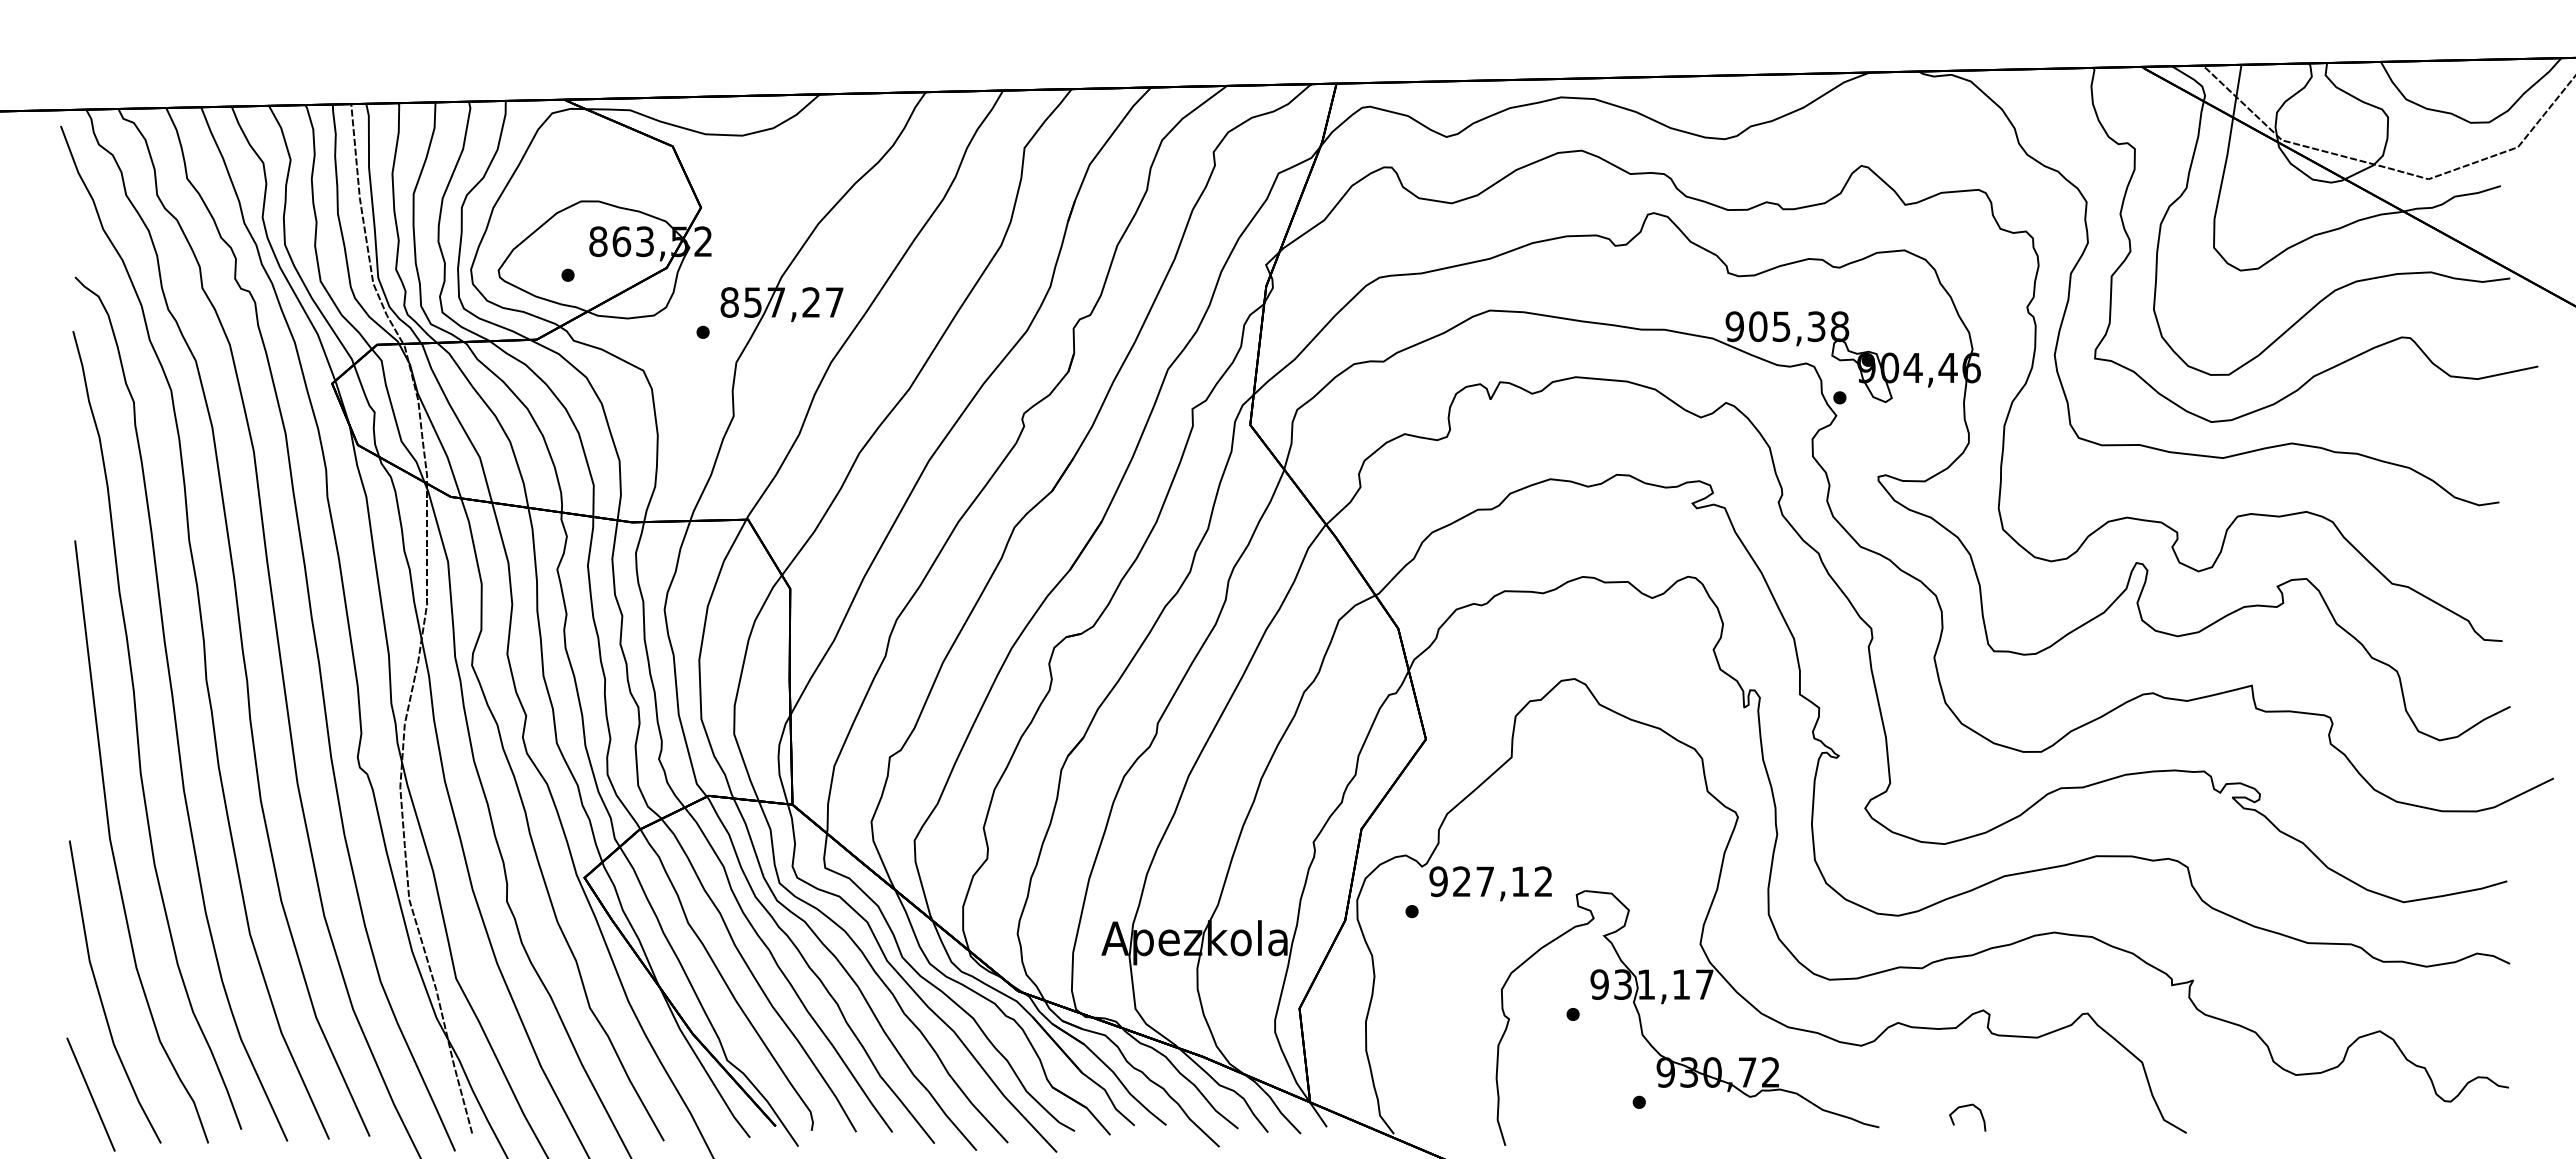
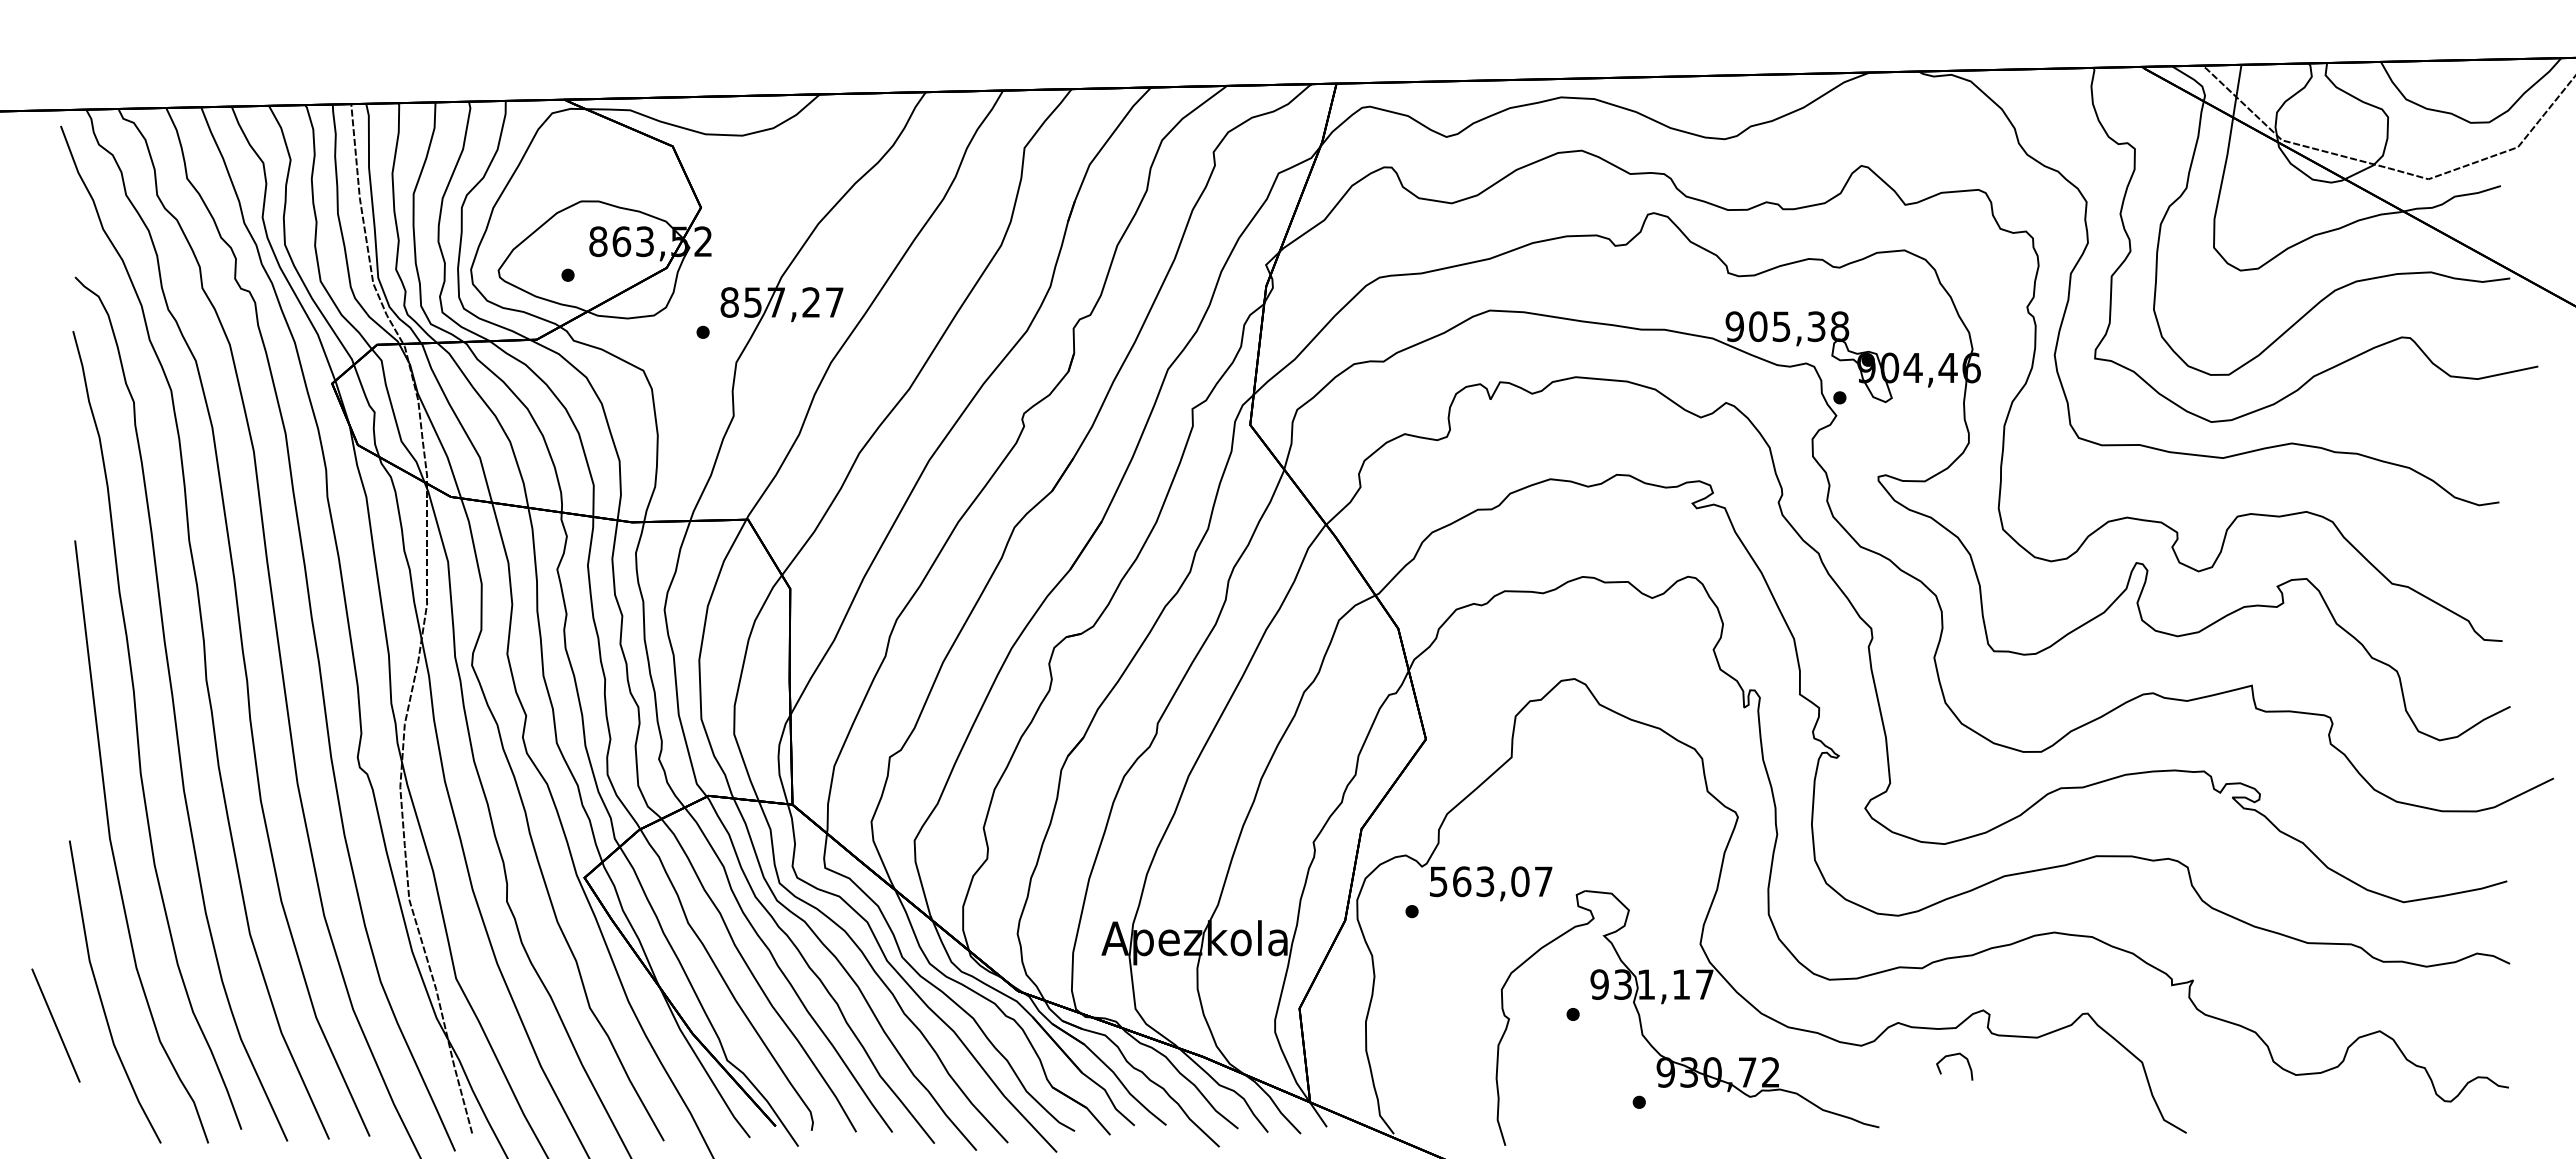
text at (1490, 881): 927,12 -> 563,07
line at (90, 1094) position: (90, 1094) -> (55, 1025)
curve at (1964, 1107) position: (1964, 1107) -> (1951, 1056)
